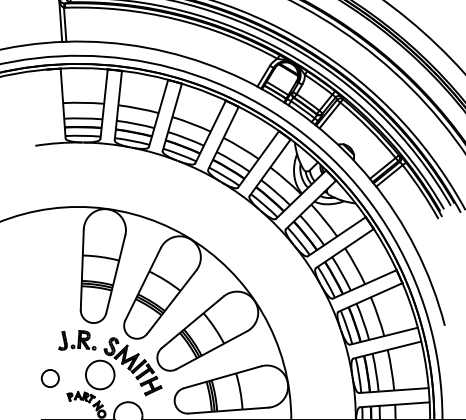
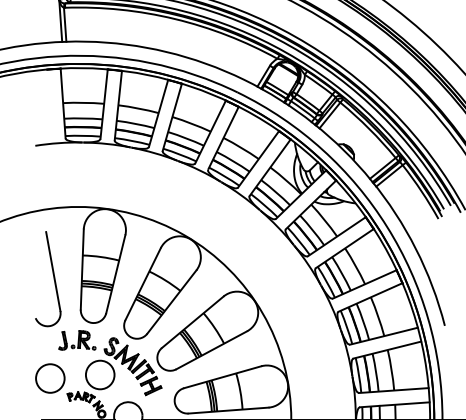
part at (48, 279): none -> present
circle at (49, 378) diameter: 17 px -> 29 px
